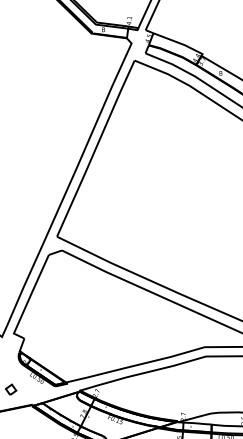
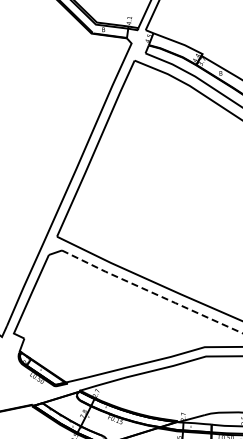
line at (151, 292): solid -> dashed
part at (10, 389): present -> none
